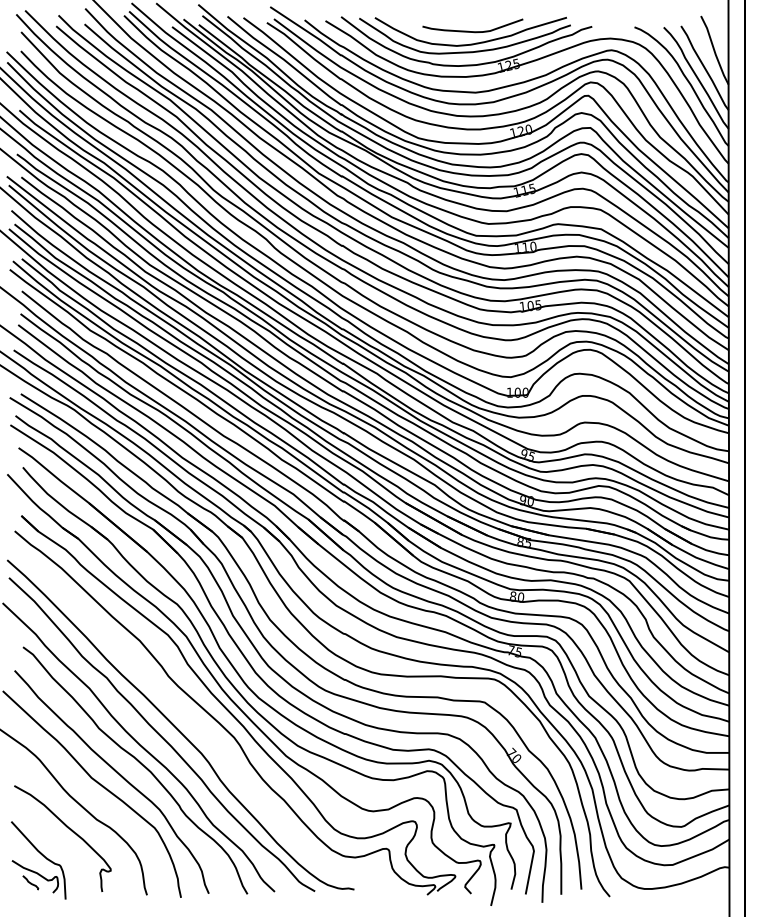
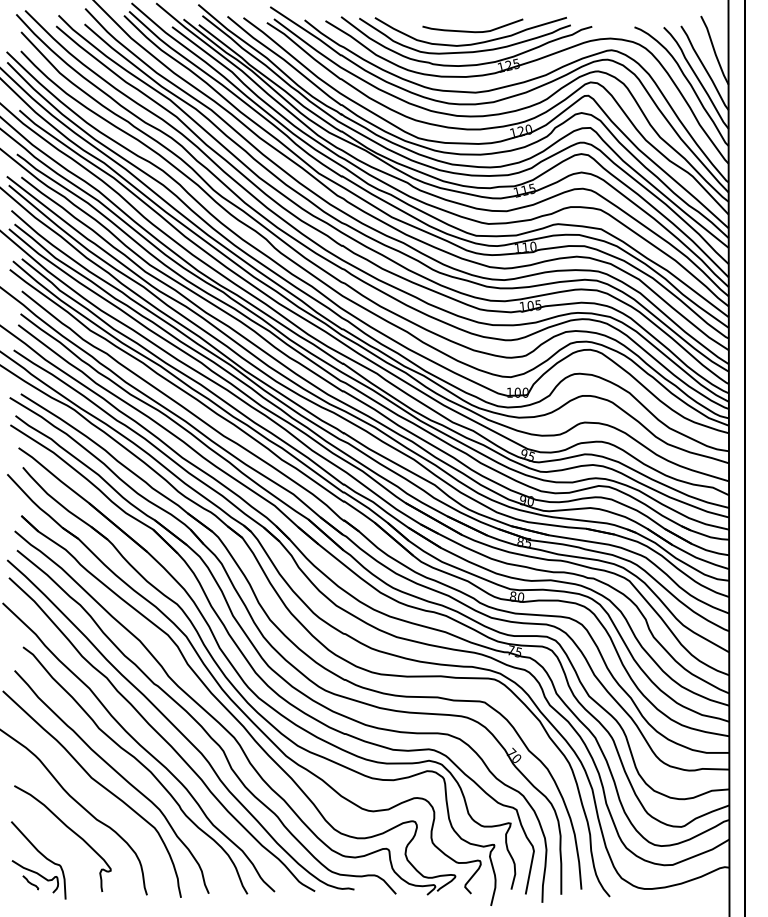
curve at (201, 725): none -> present
